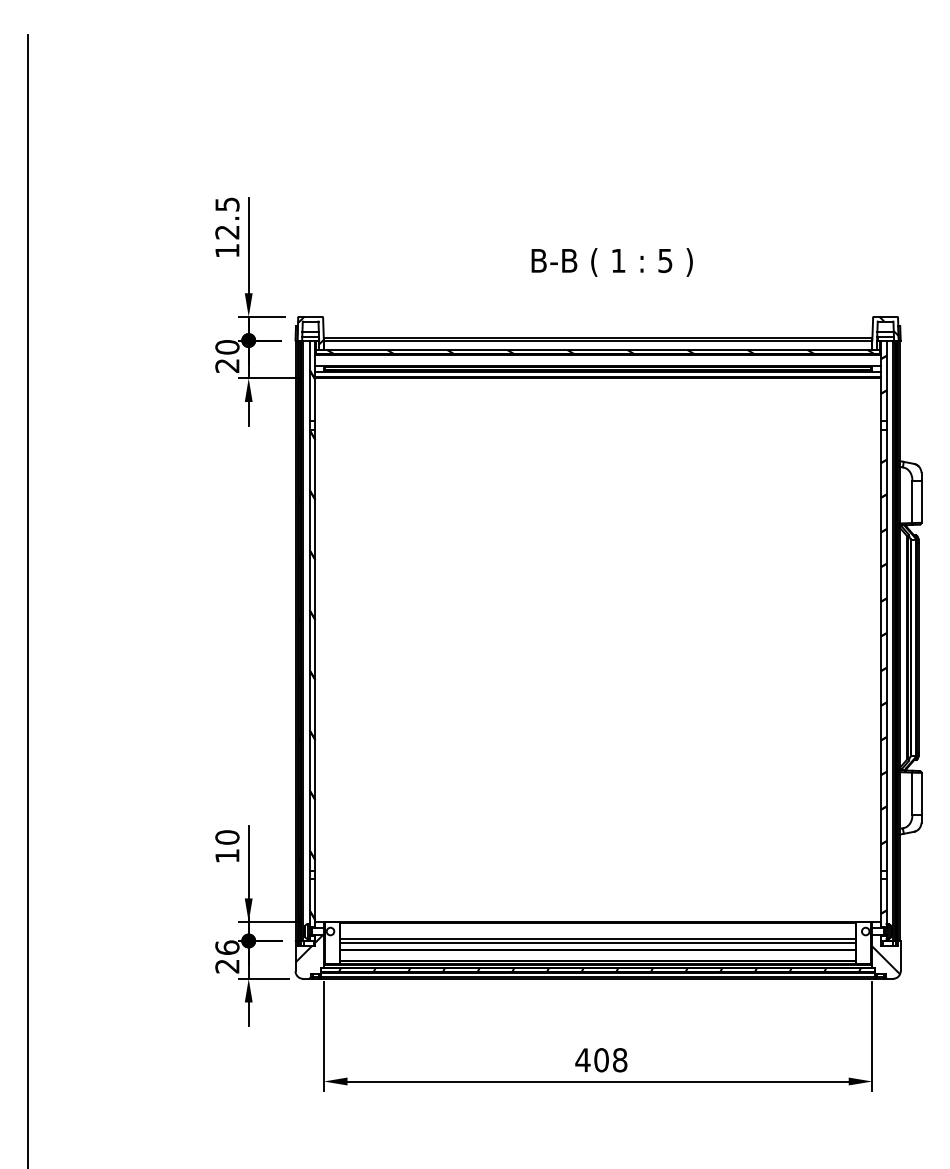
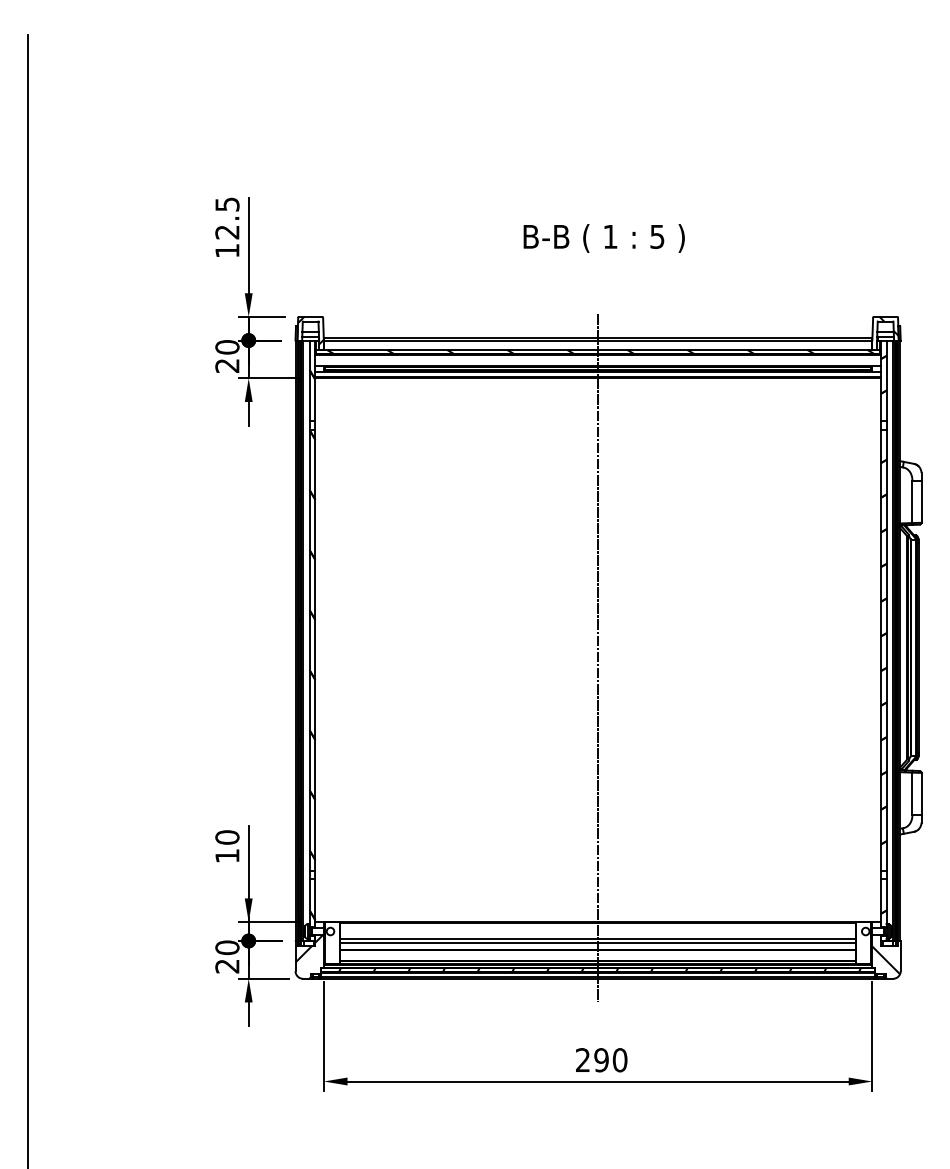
text at (611, 262) position: (611, 262) -> (603, 238)
line at (598, 658): none -> present
text at (227, 947): 26 -> 20
text at (601, 1060): 408 -> 290
